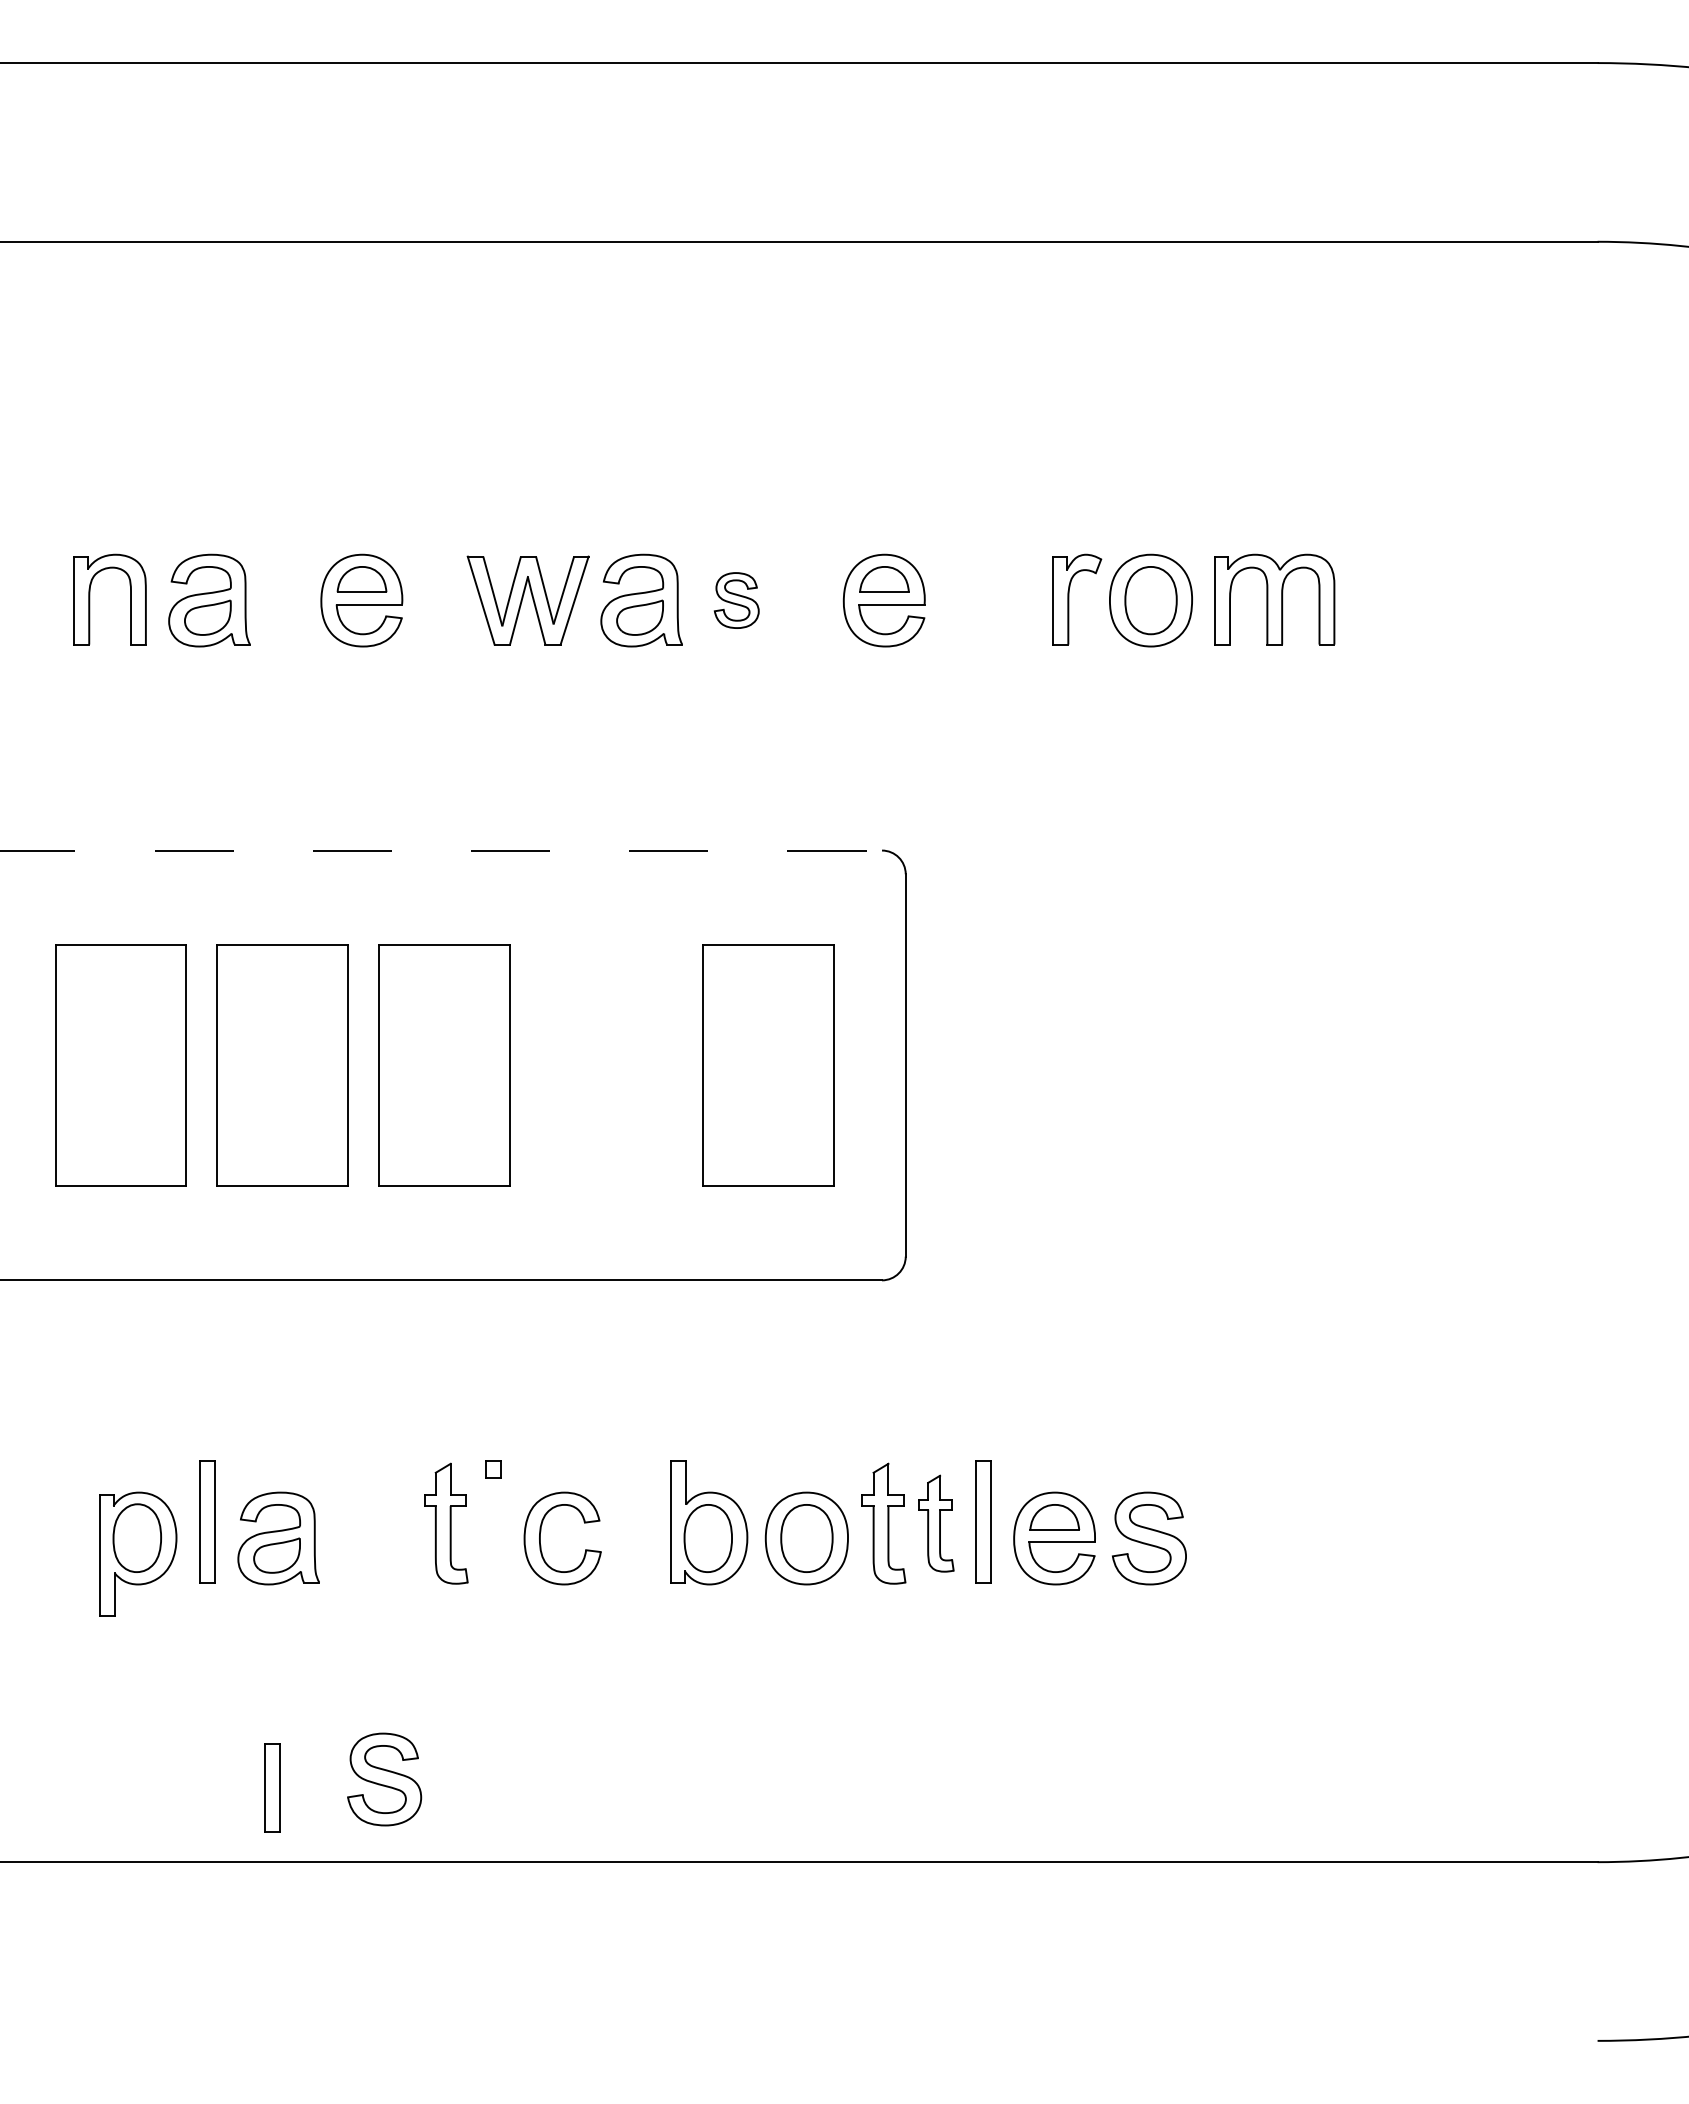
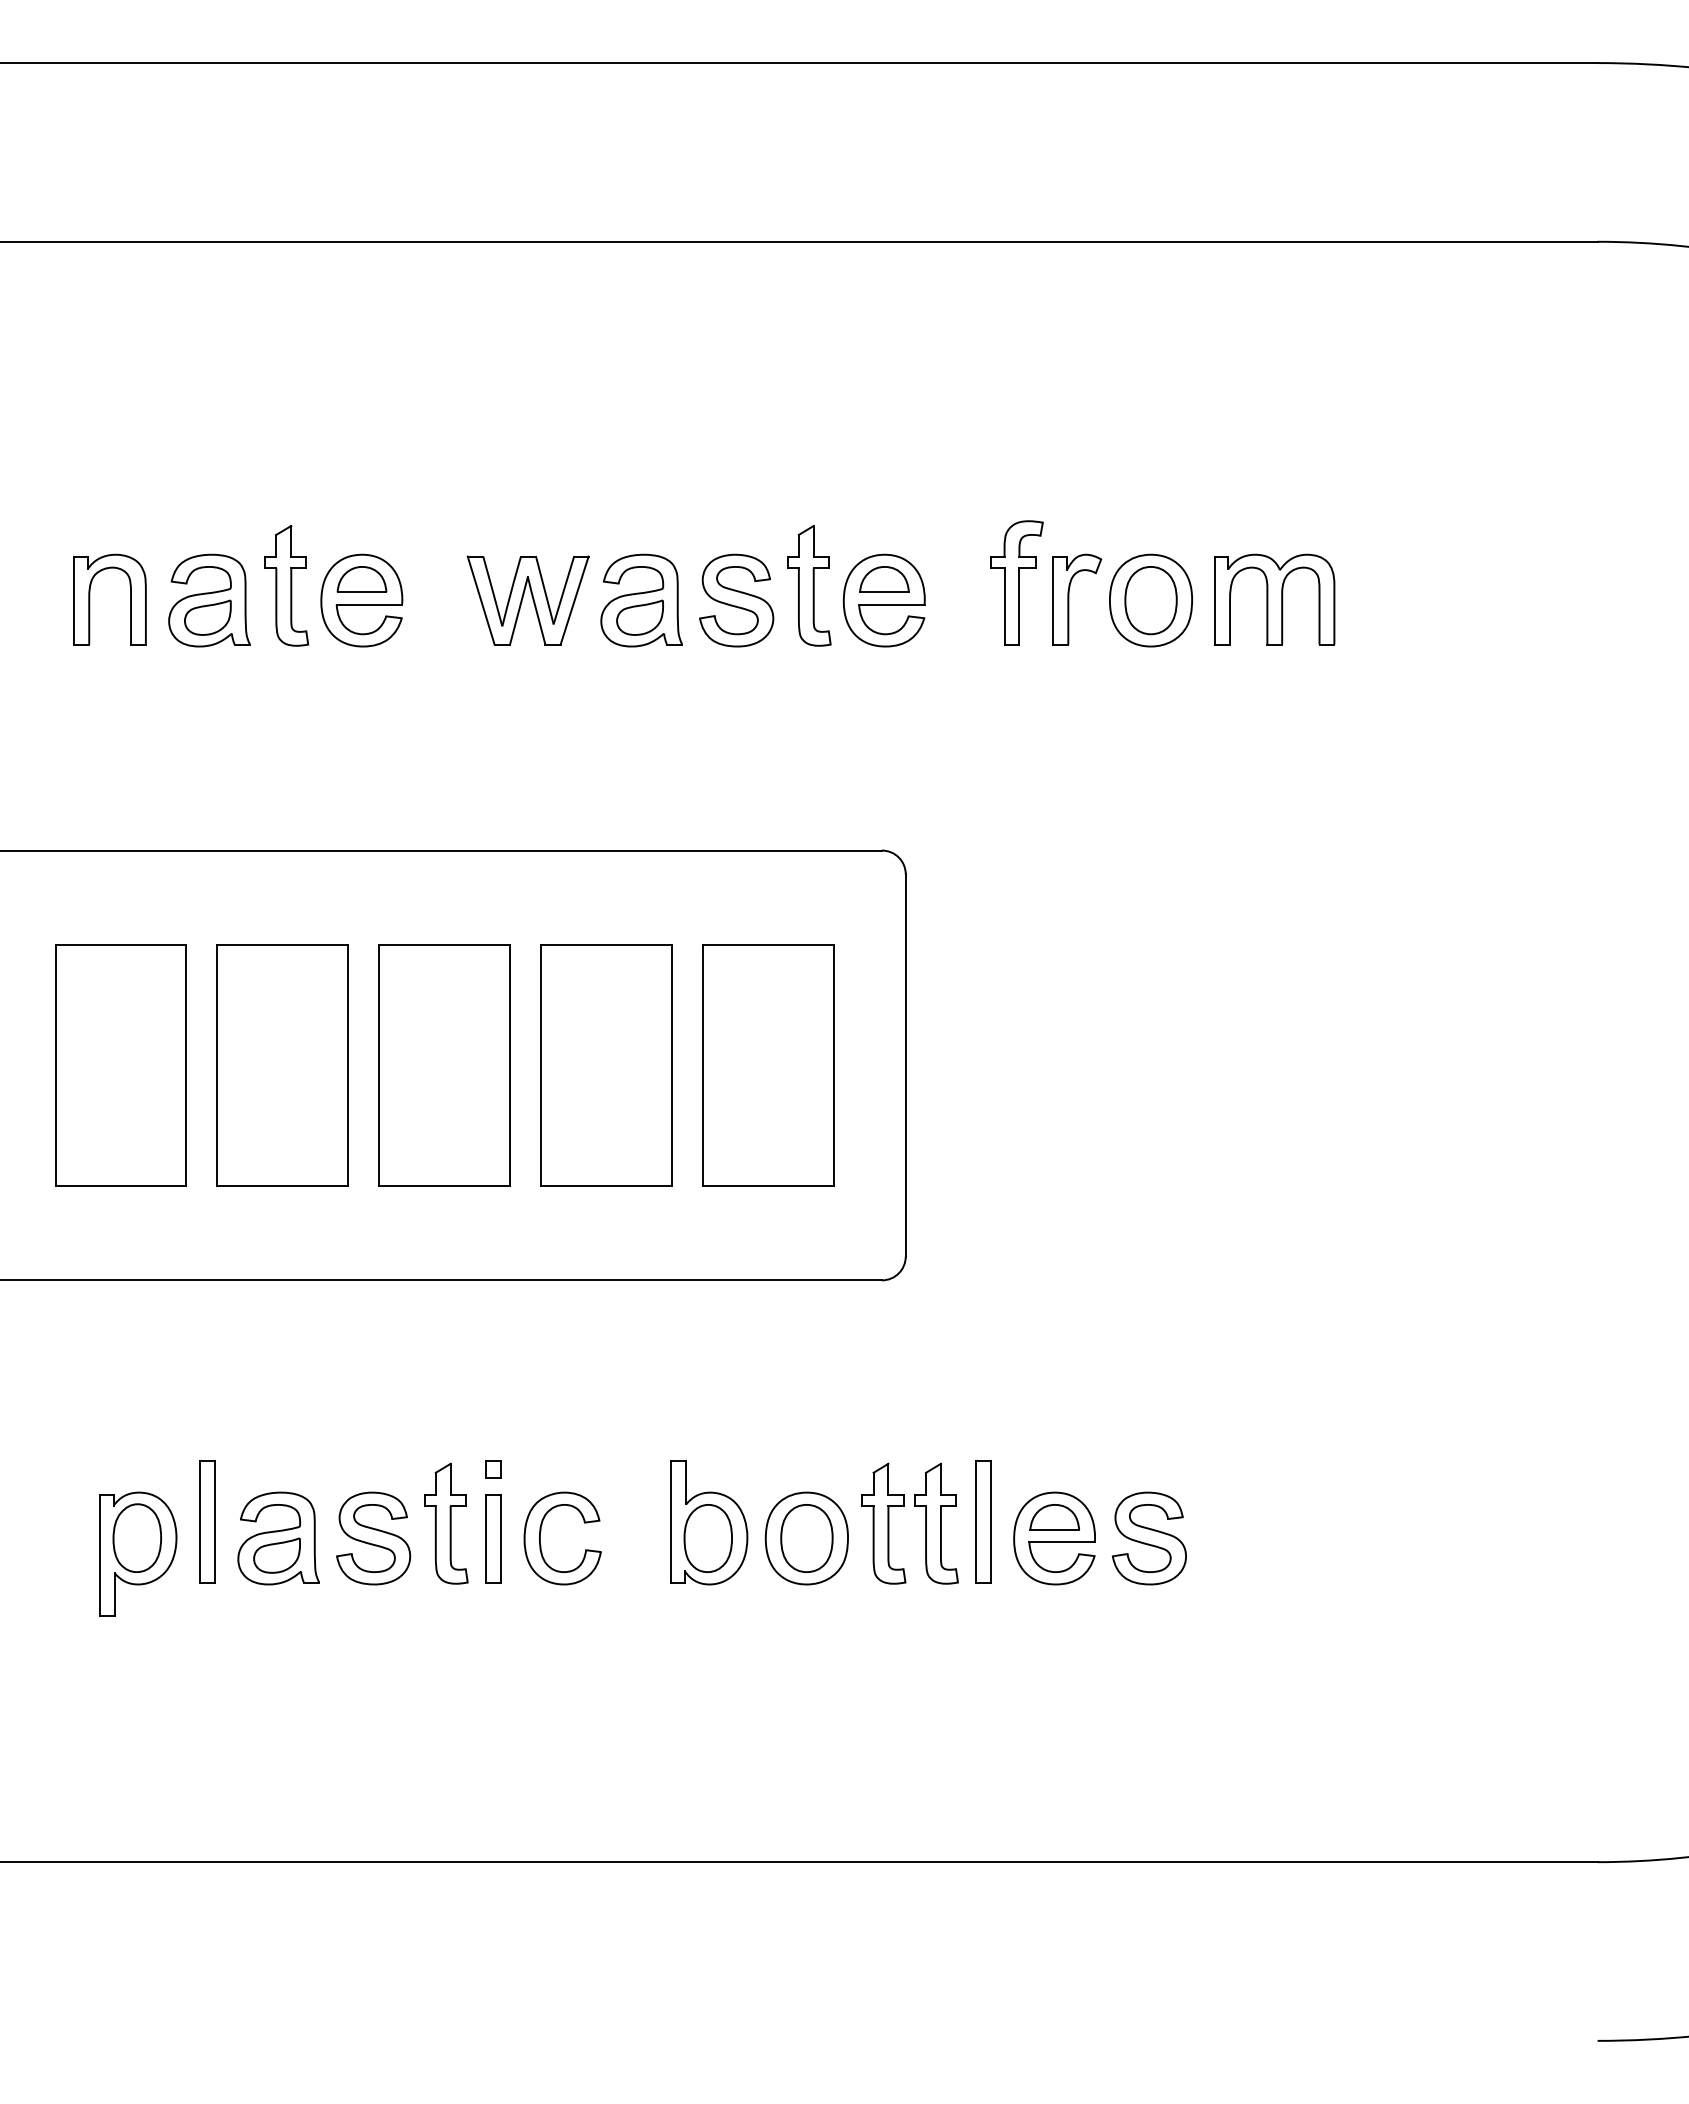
part at (1016, 582): none -> present
part at (286, 585): none -> present
part at (809, 585): none -> present
part at (736, 600) size: 47x57 px -> 76x95 px
line at (441, 850): dashed -> solid
part at (606, 1065): none -> present
part at (936, 1523) size: 37x99 px -> 45x123 px
part at (384, 1779) position: (384, 1779) -> (373, 1538)
part at (272, 1787) position: (272, 1787) -> (493, 1538)
